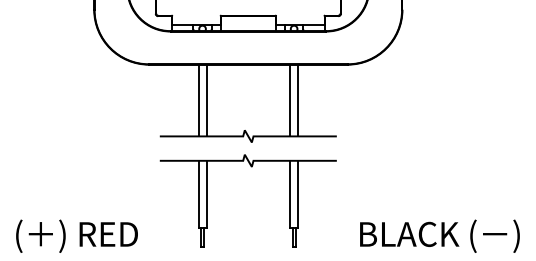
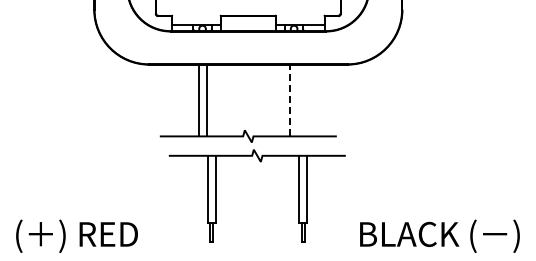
line at (290, 100): solid -> dashed
line at (298, 100): present -> none
part at (251, 167) position: (251, 167) -> (260, 162)
